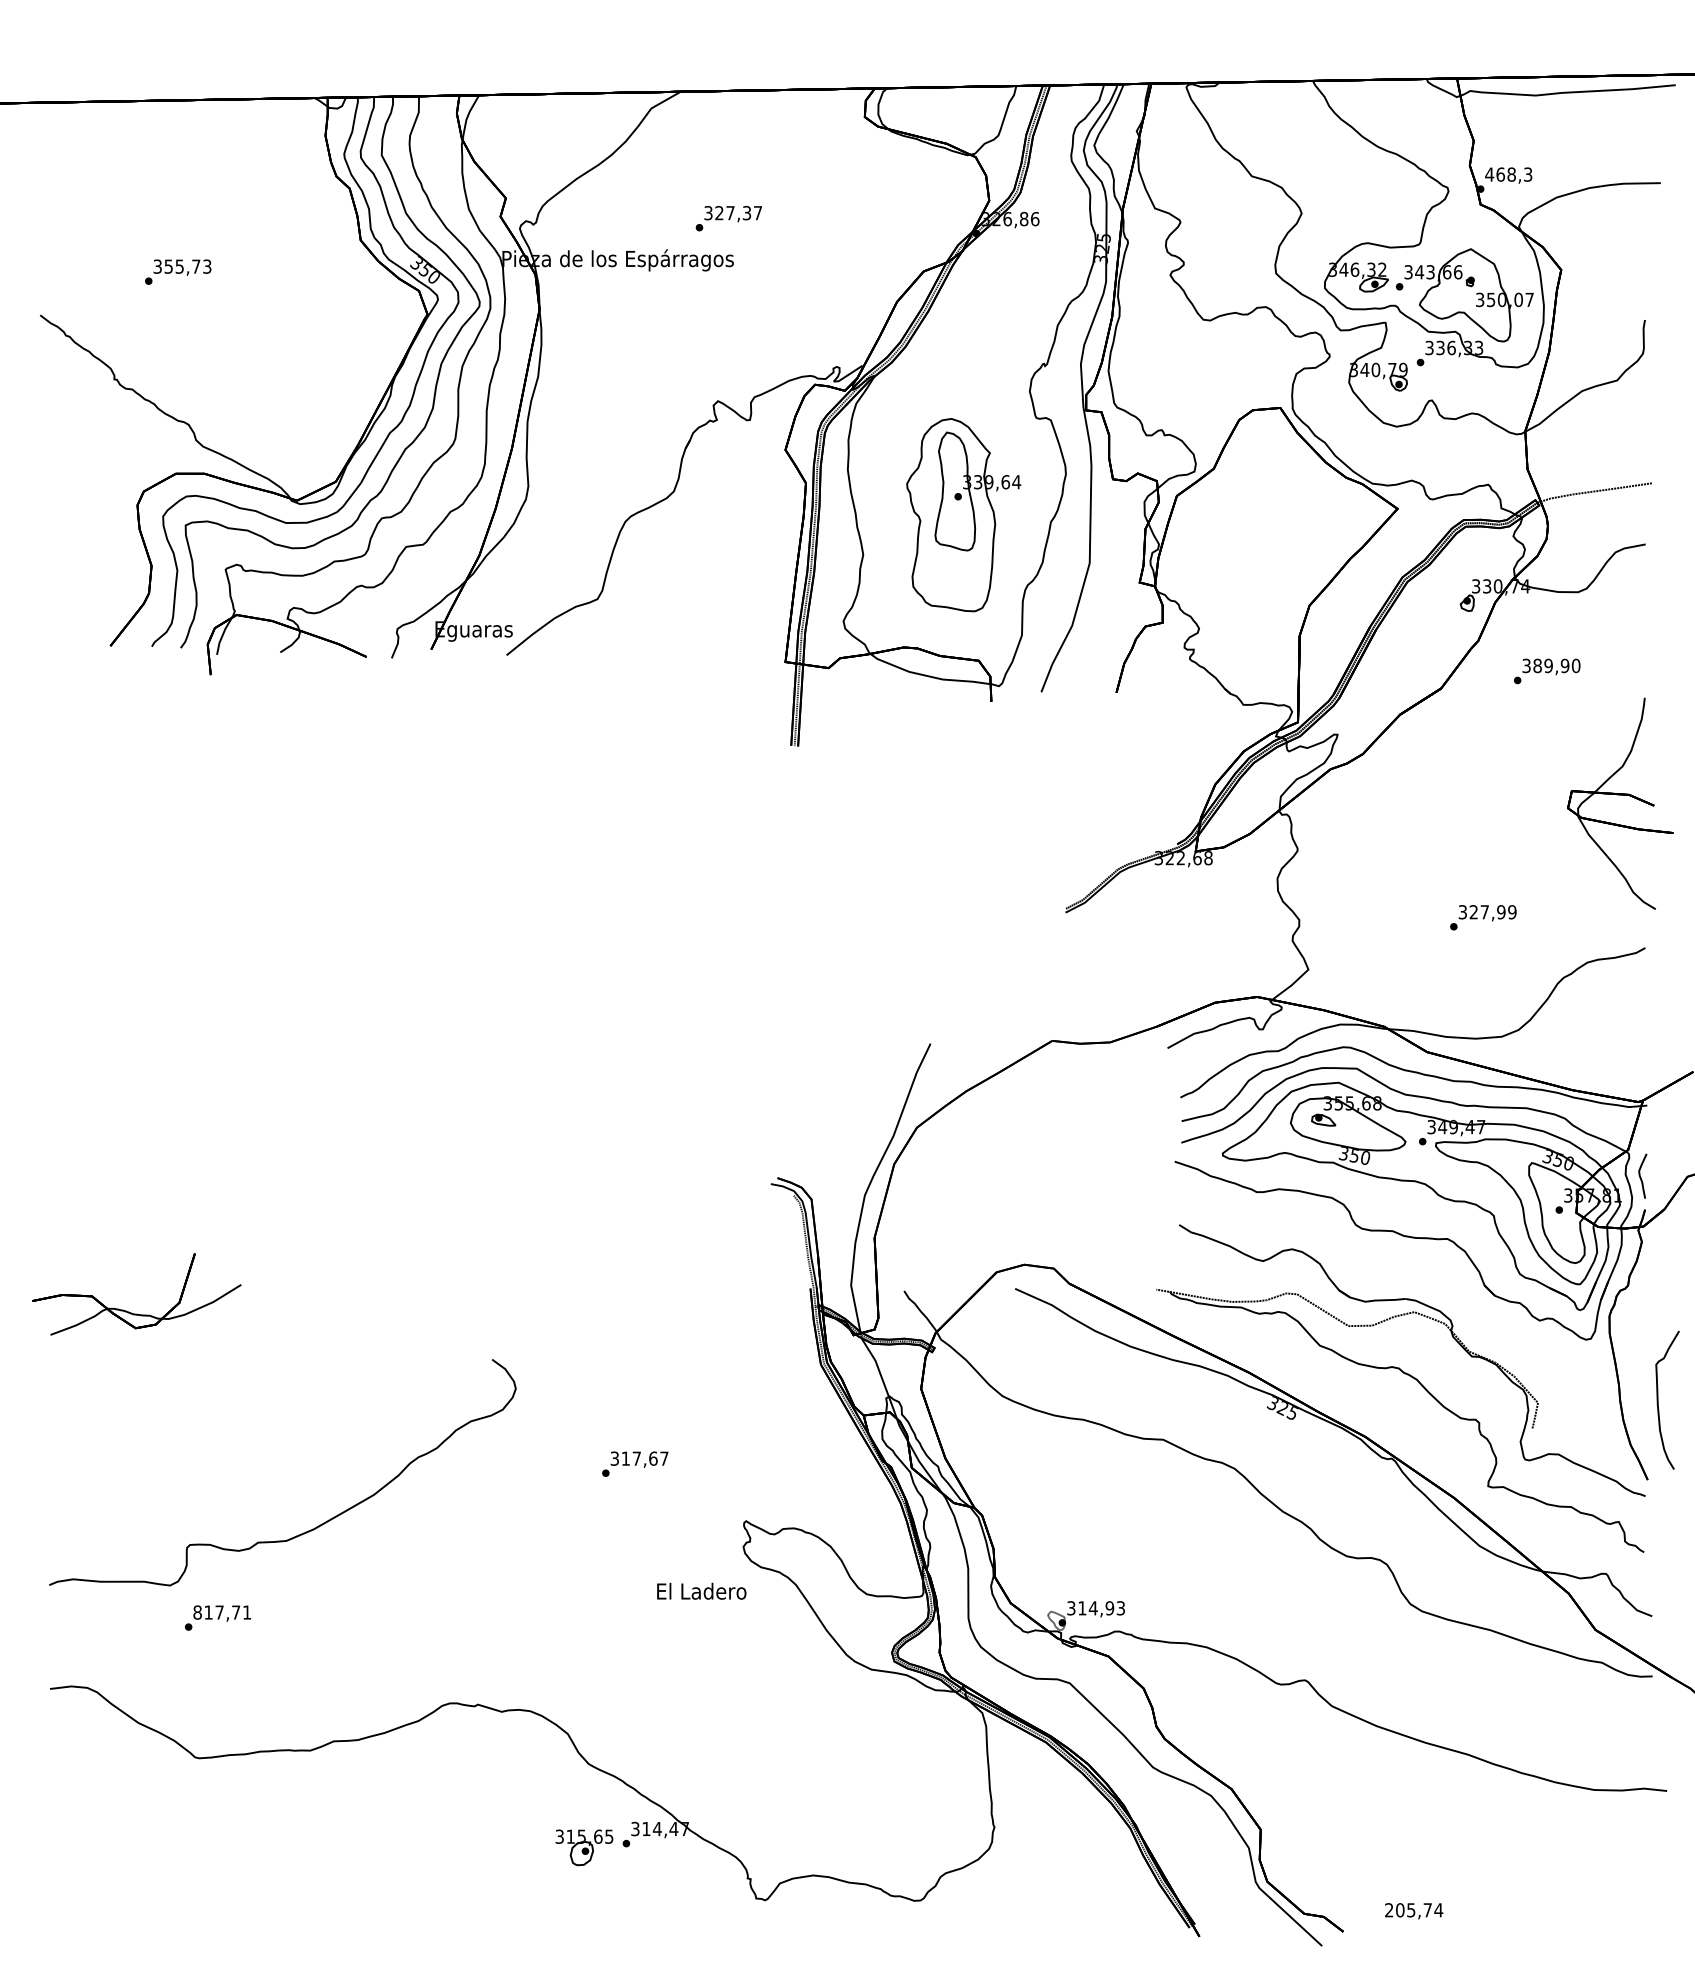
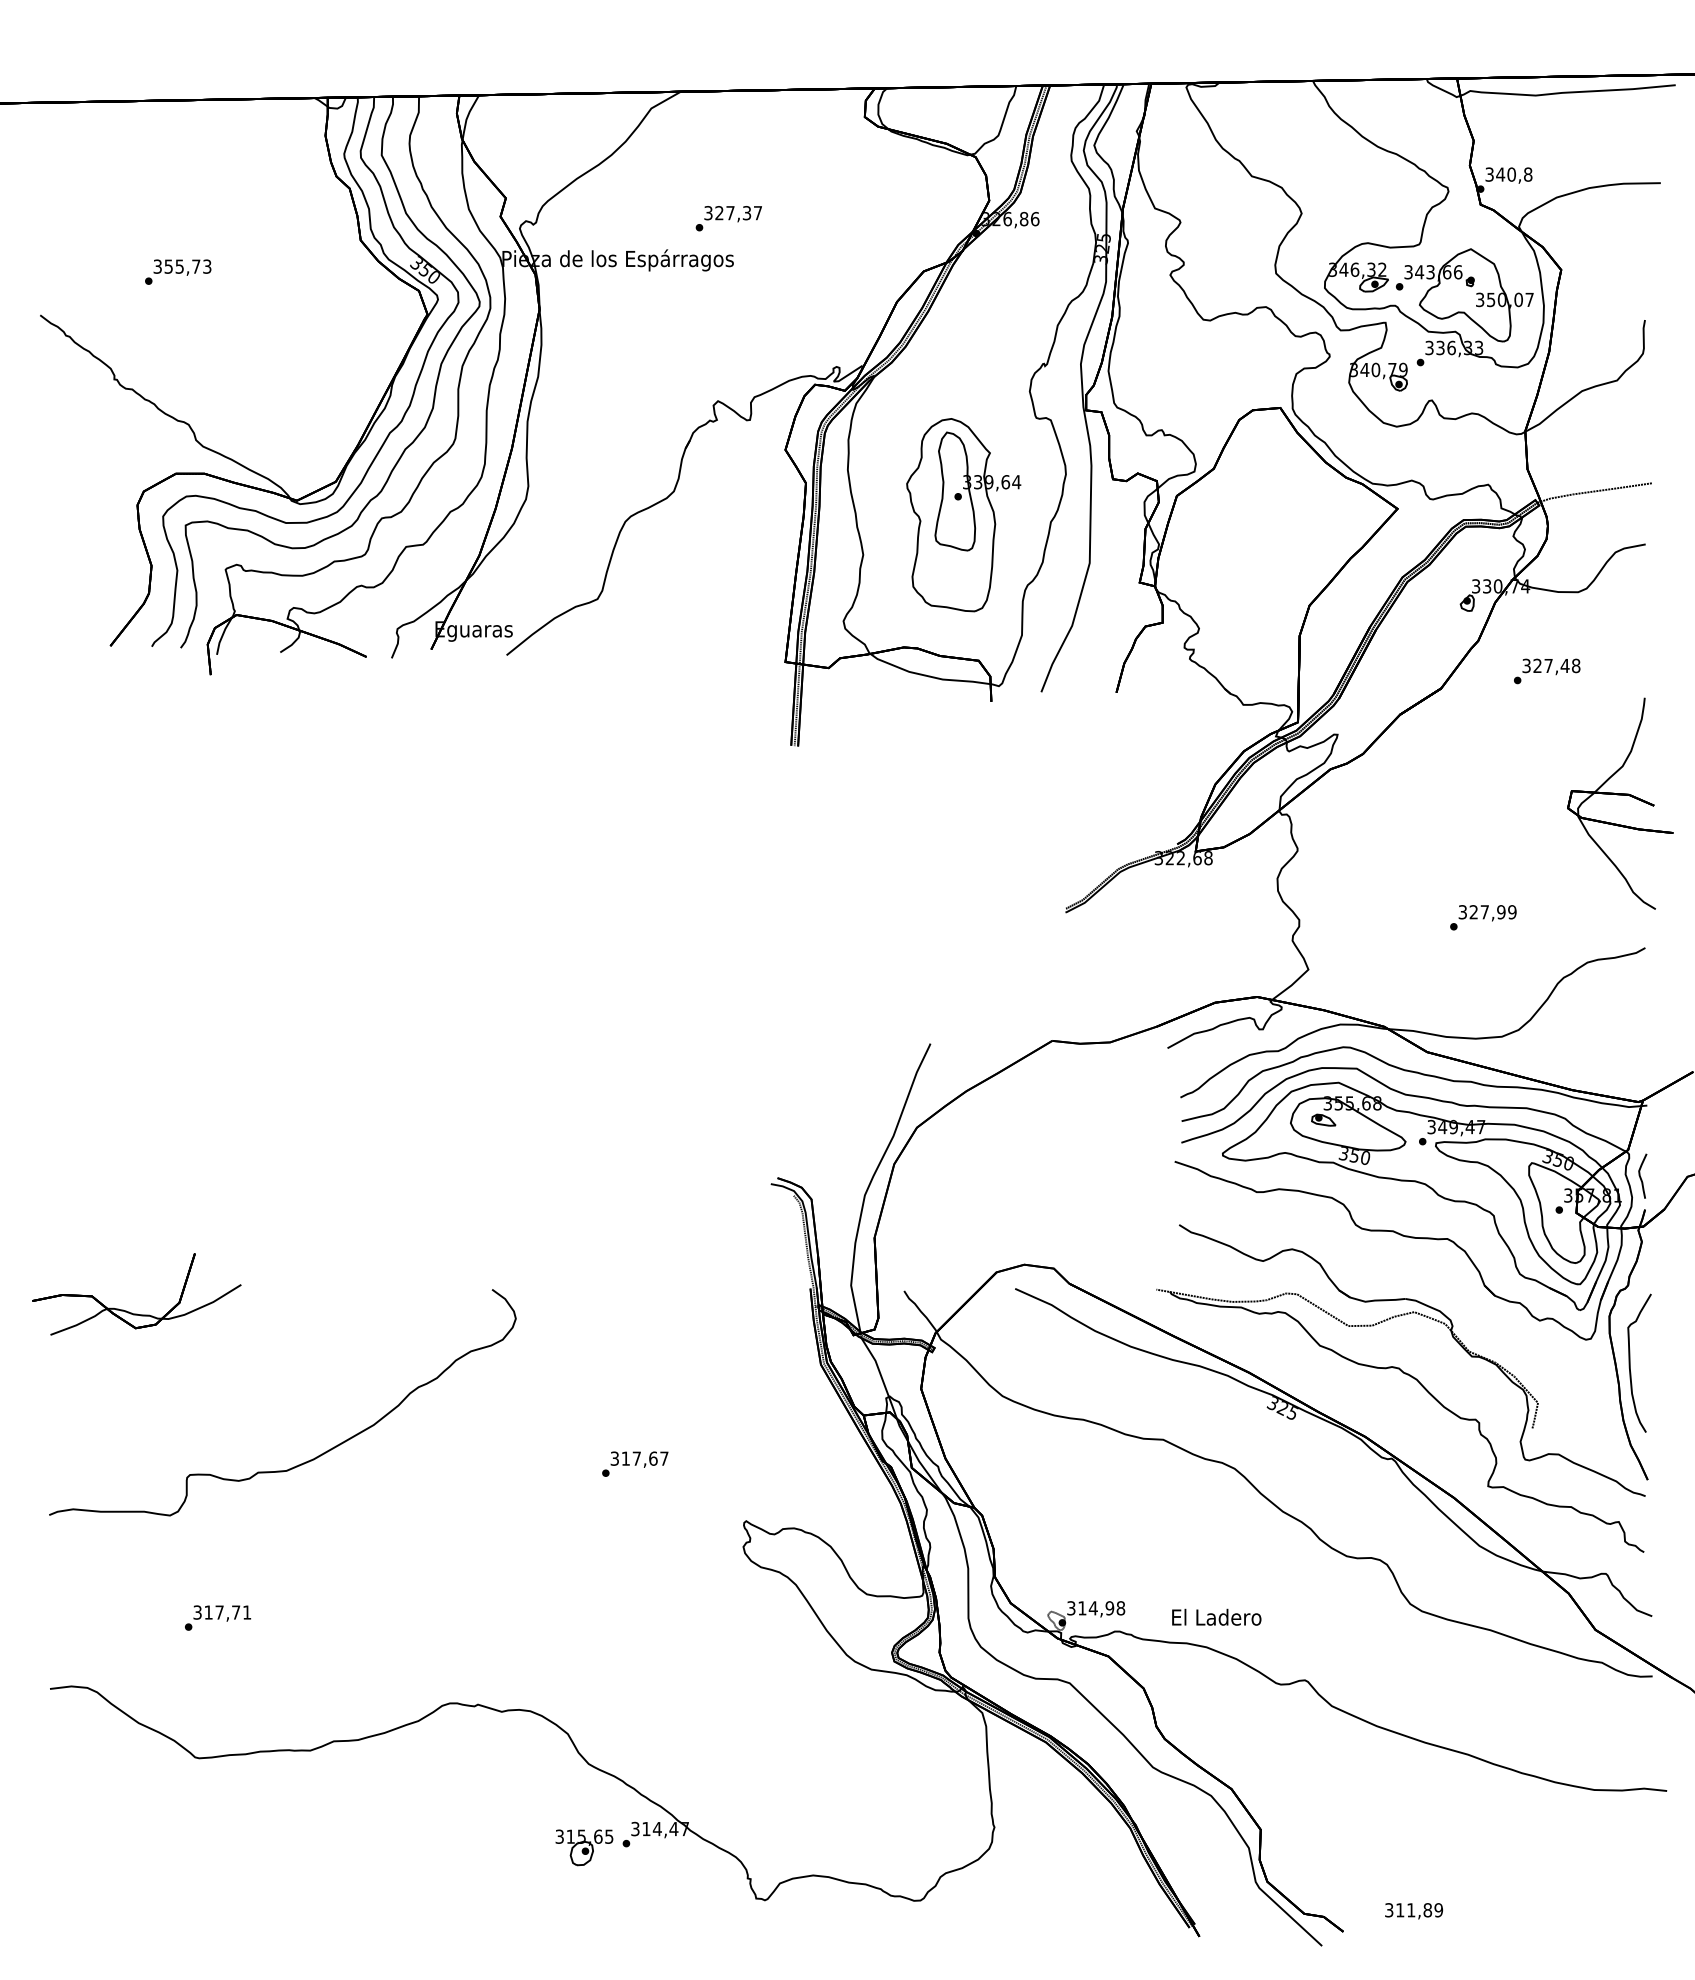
text at (1508, 174): 468,3 -> 340,8
text at (1556, 665): 389,90 -> 327,48
curve at (1658, 1399) position: (1658, 1399) -> (1630, 1362)
curve at (305, 1531) position: (305, 1531) -> (305, 1461)
text at (701, 1590) position: (701, 1590) -> (1216, 1616)
text at (1120, 1608): 314,93 -> 314,98
text at (197, 1612): 817,71 -> 317,71
text at (1414, 1910): 205,74 -> 311,89
